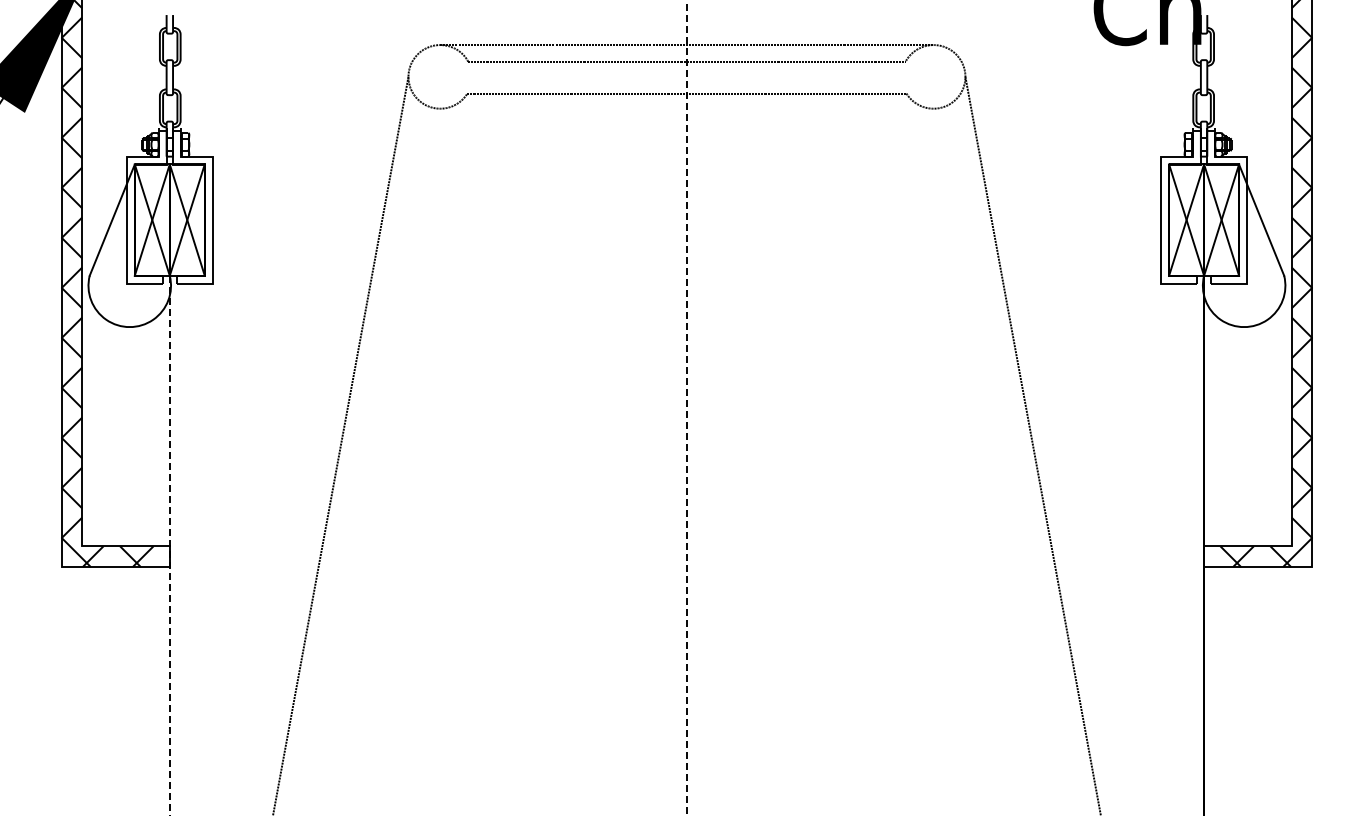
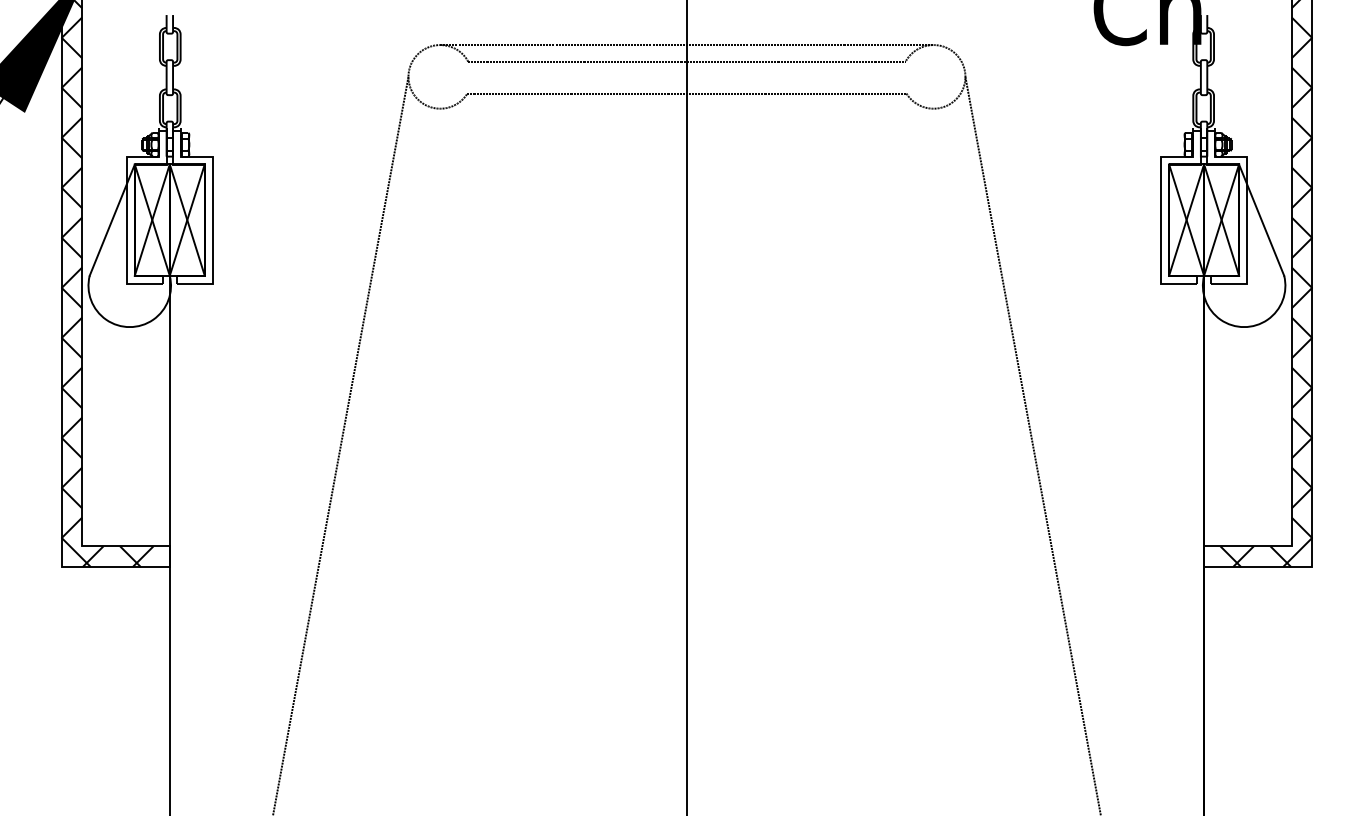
line at (686, 407): dashed -> solid
line at (169, 545): dashed -> solid
